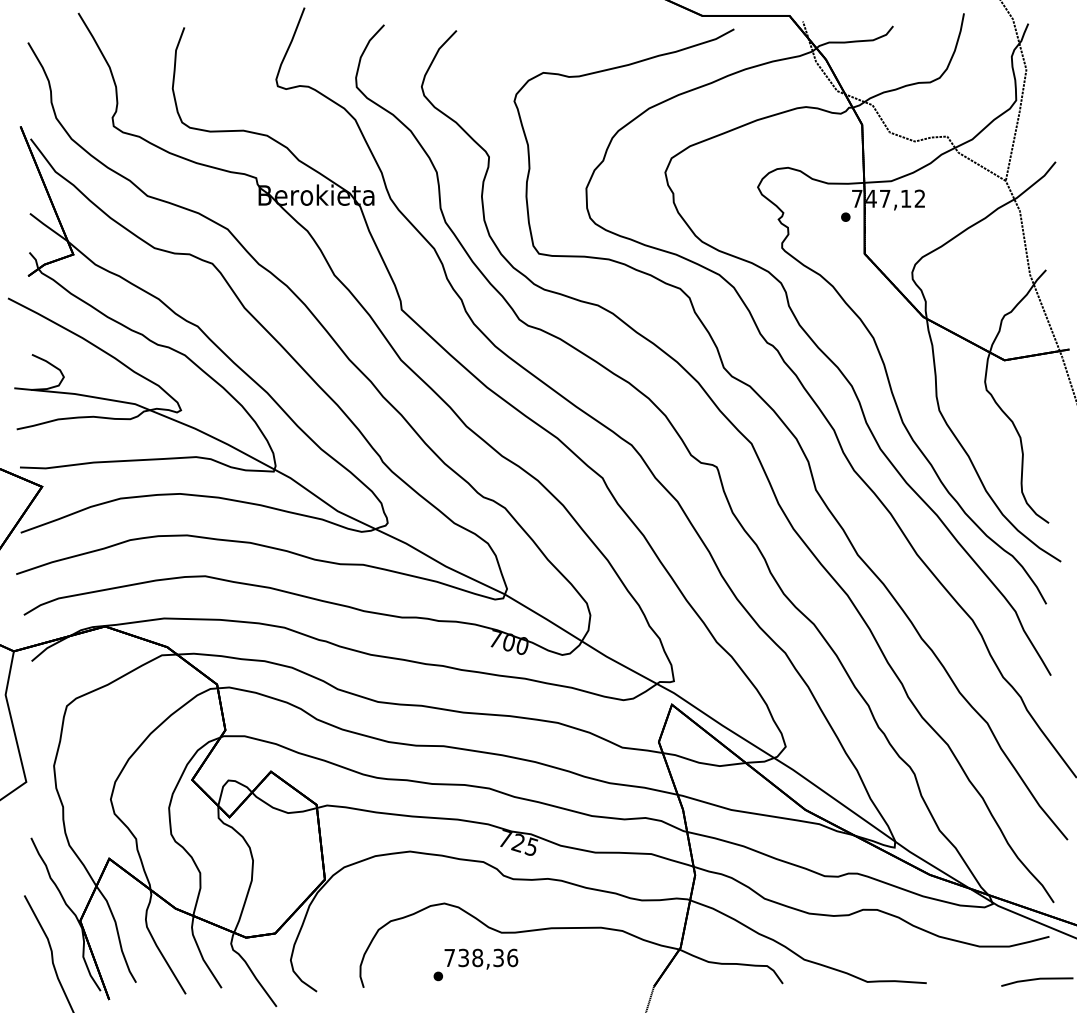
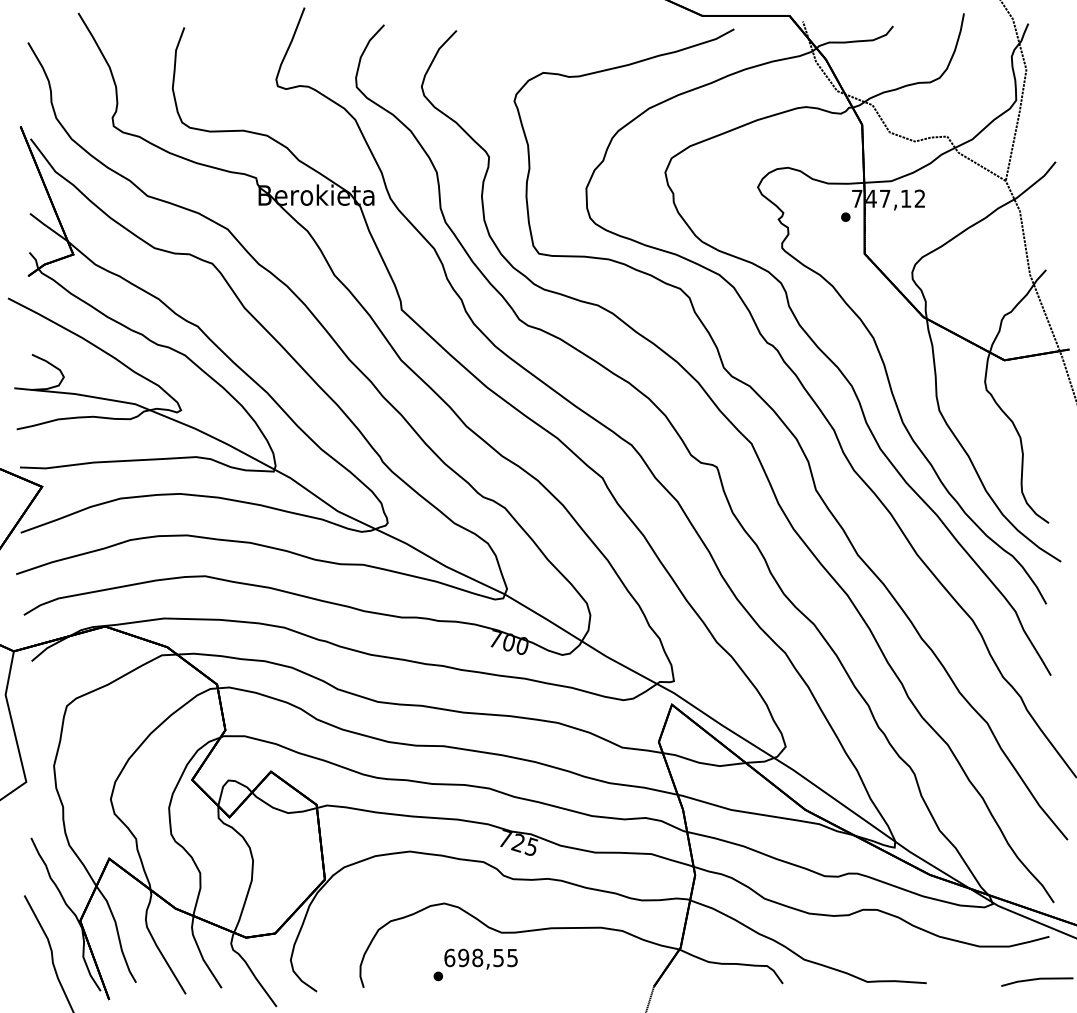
text at (481, 957): 738,36 -> 698,55
